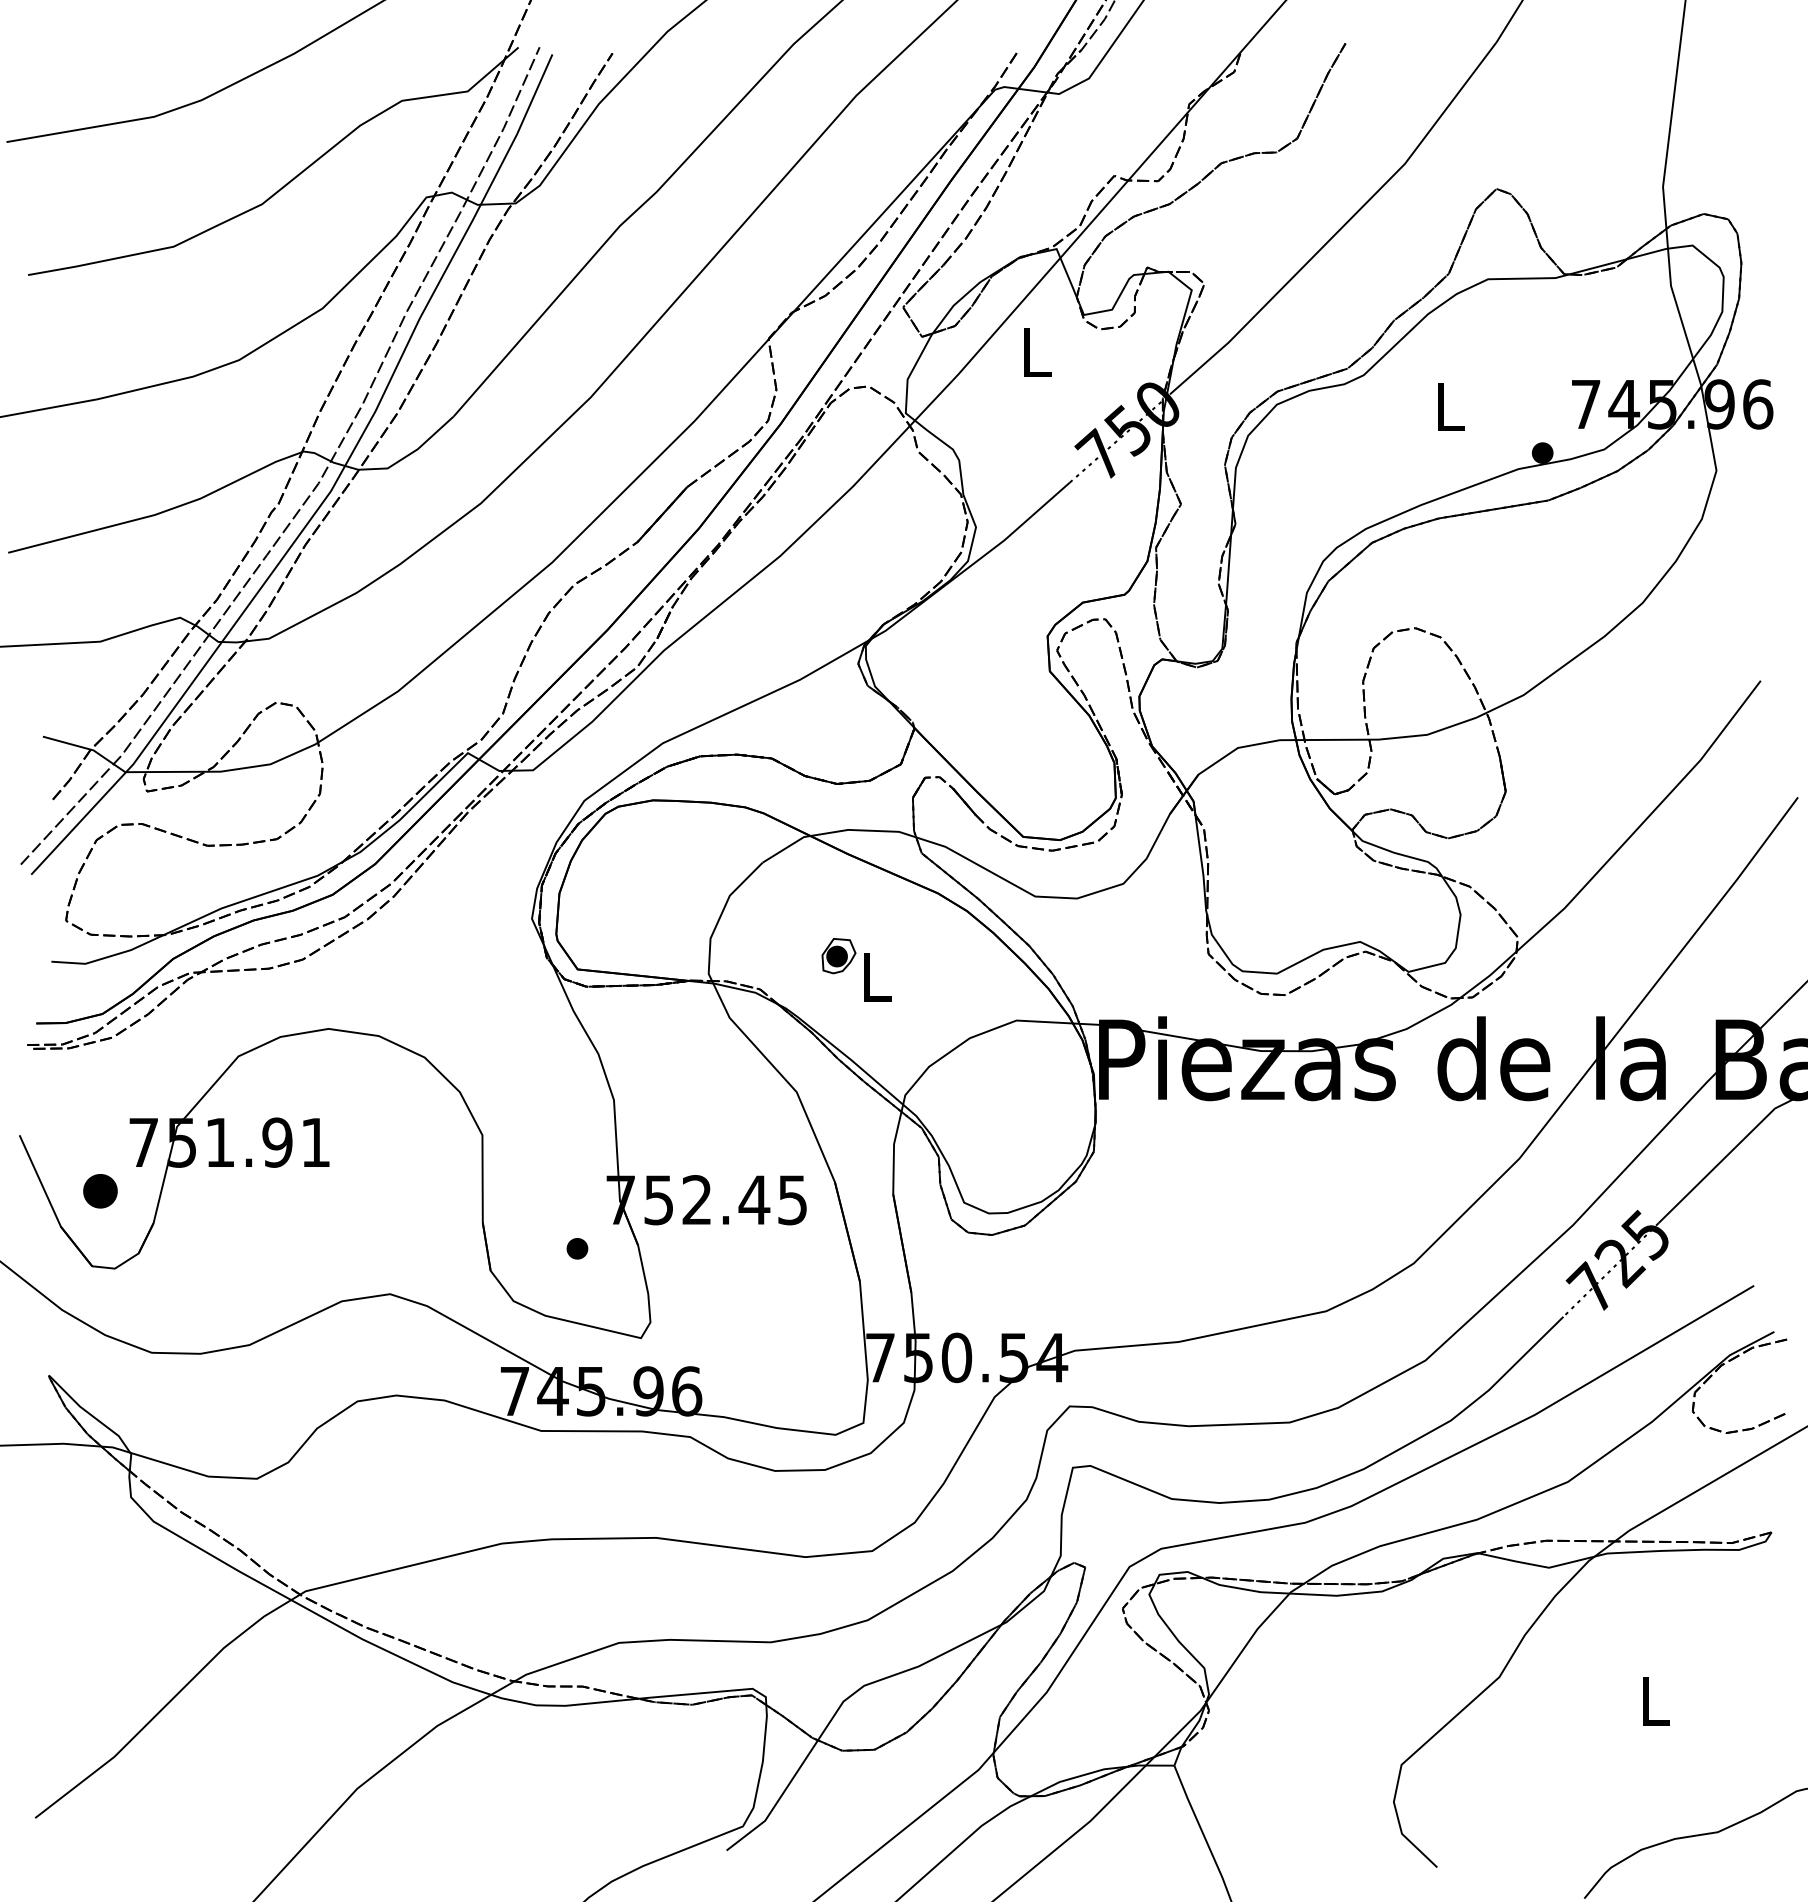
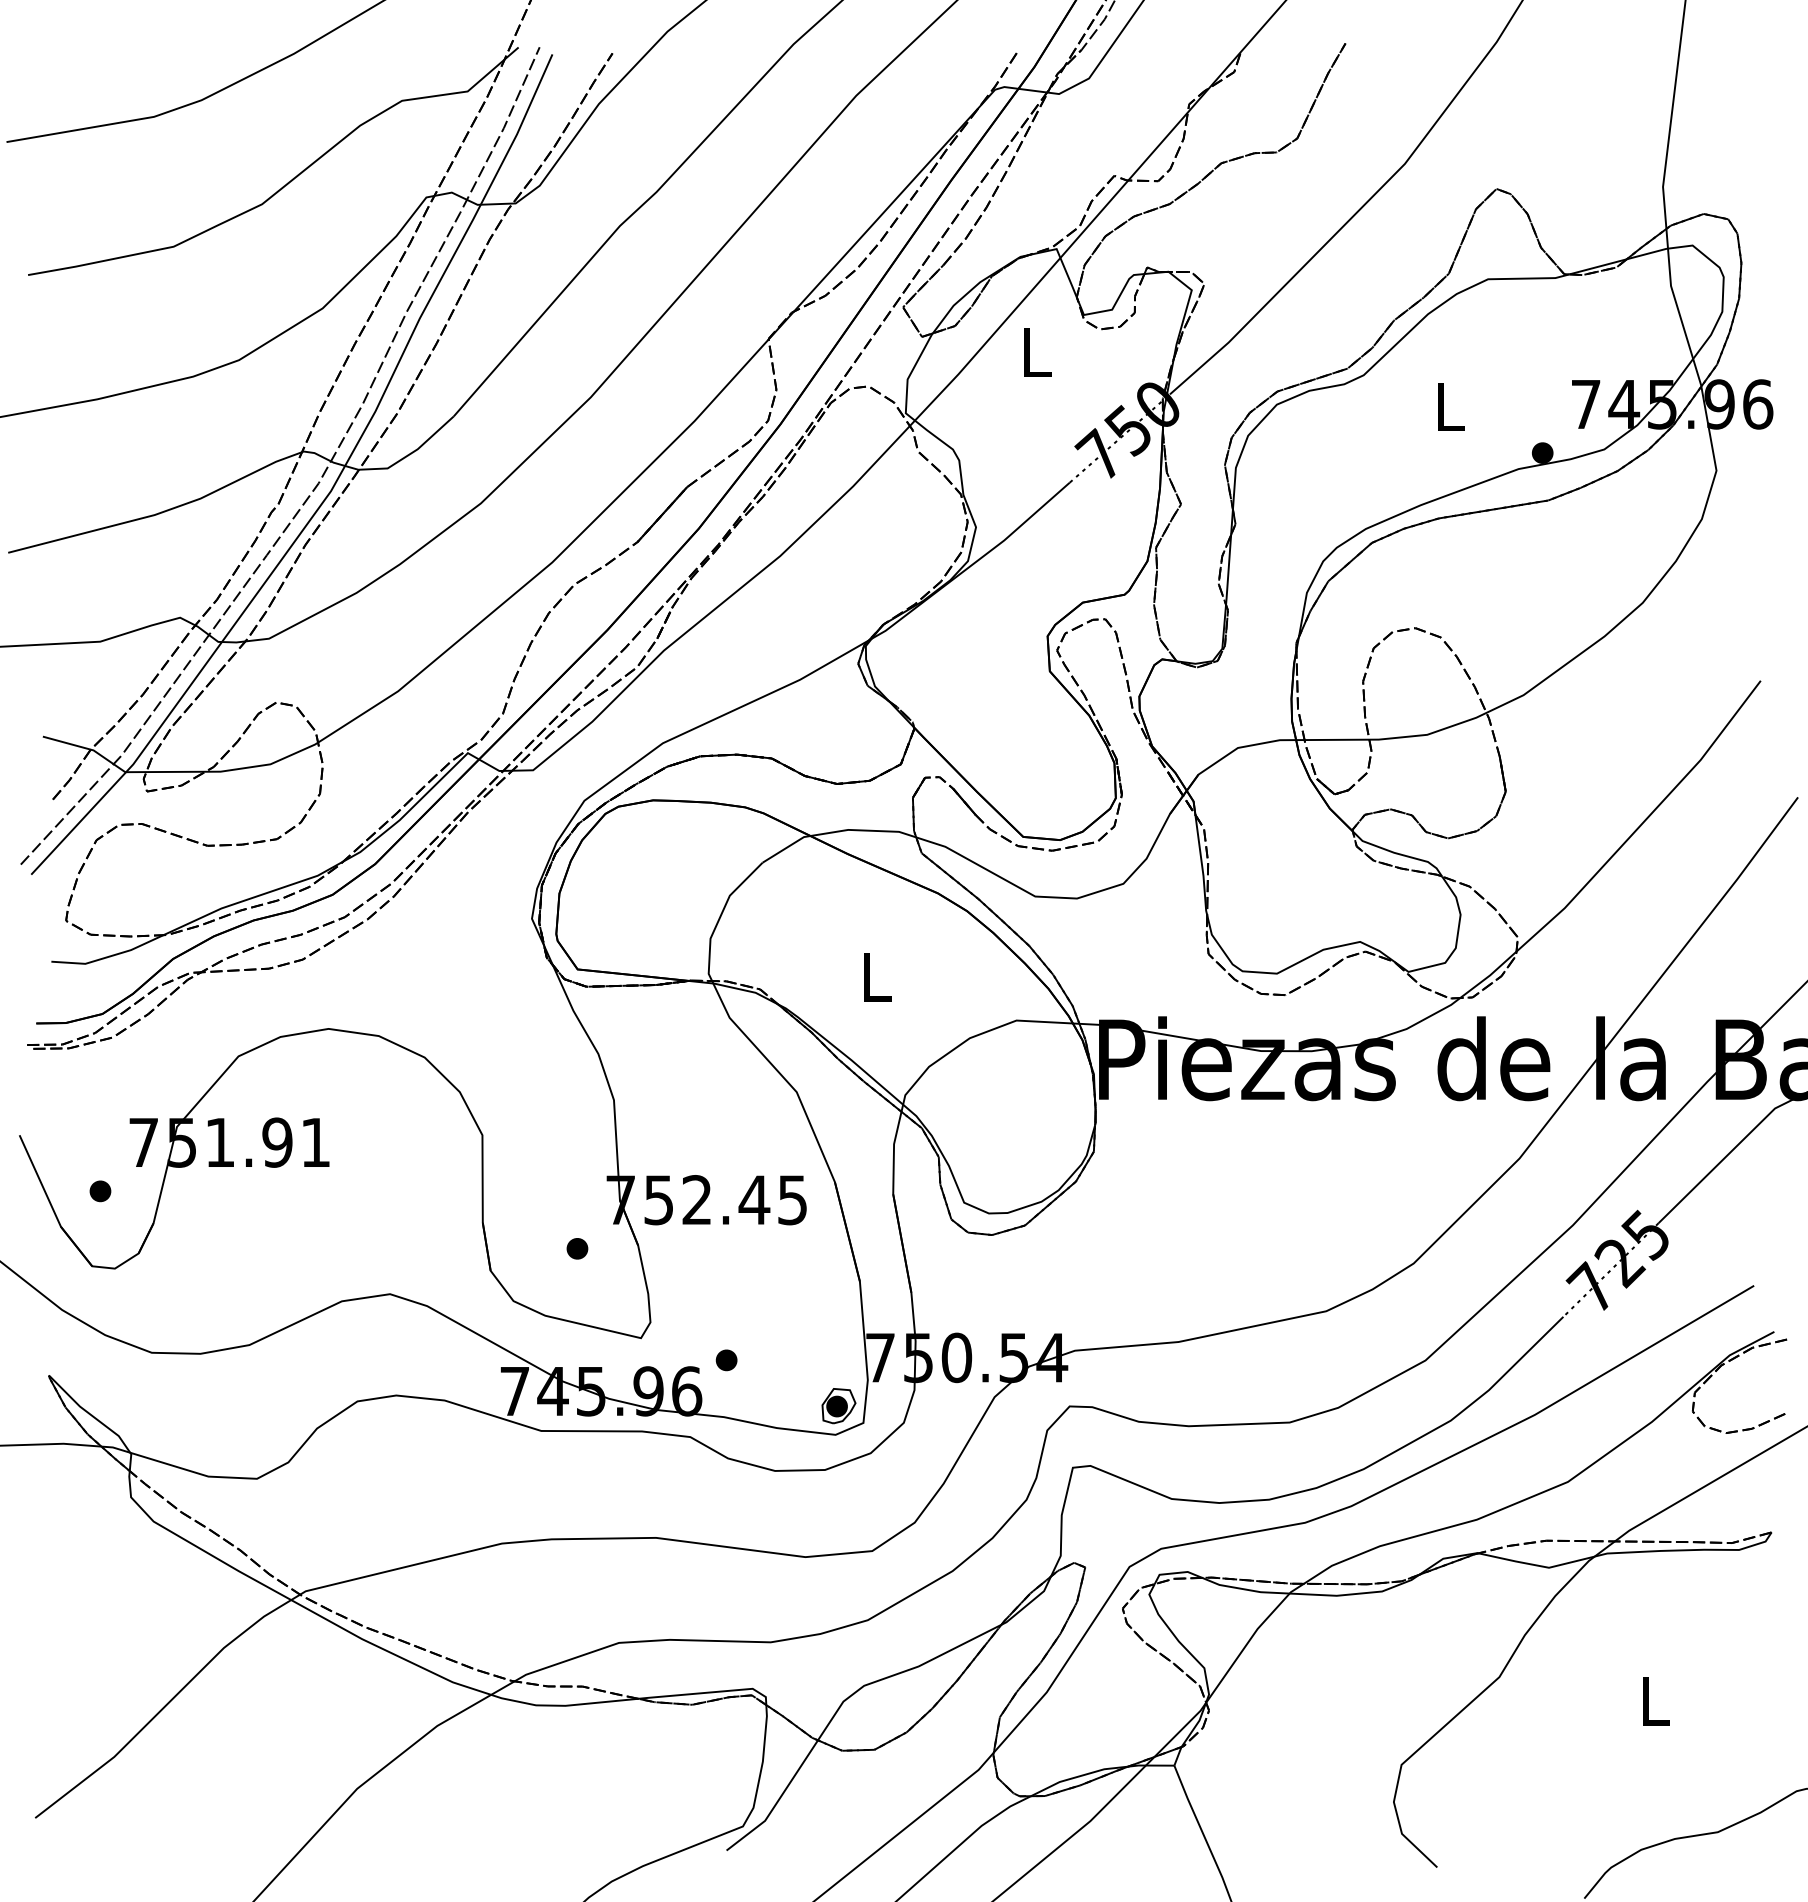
part at (838, 956) position: (838, 956) -> (838, 1406)
part at (100, 1191) size: 35x35 px -> 23x23 px
part at (726, 1360): none -> present
